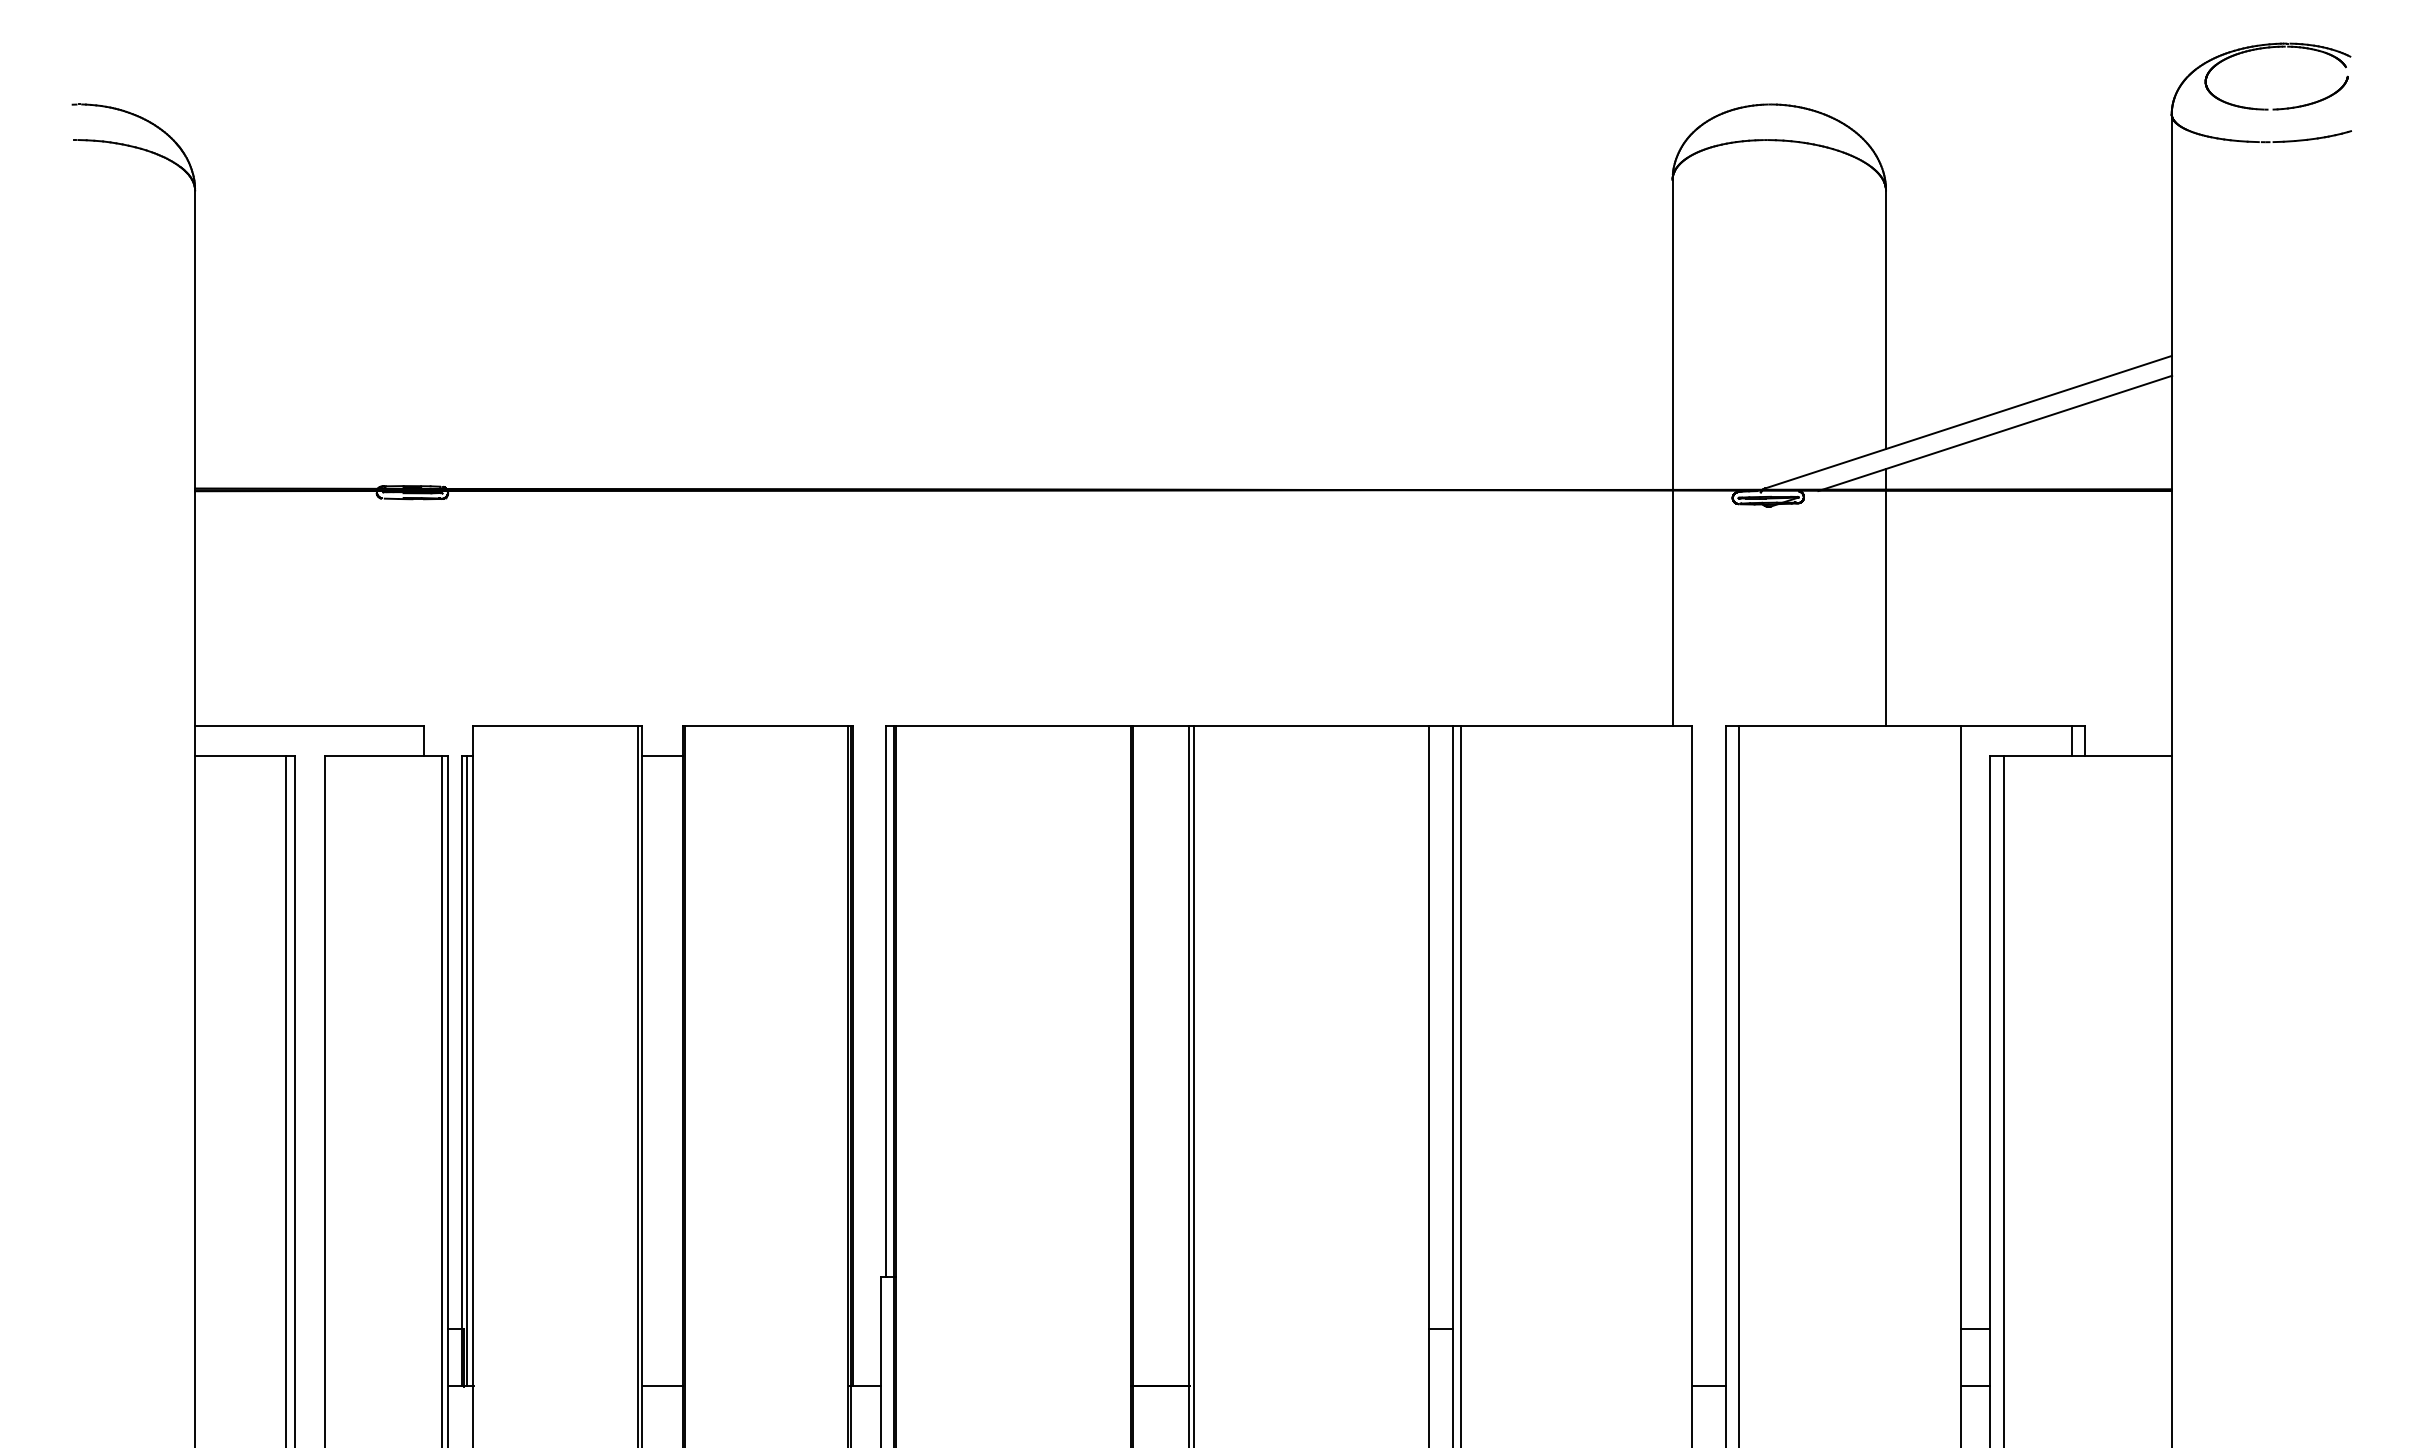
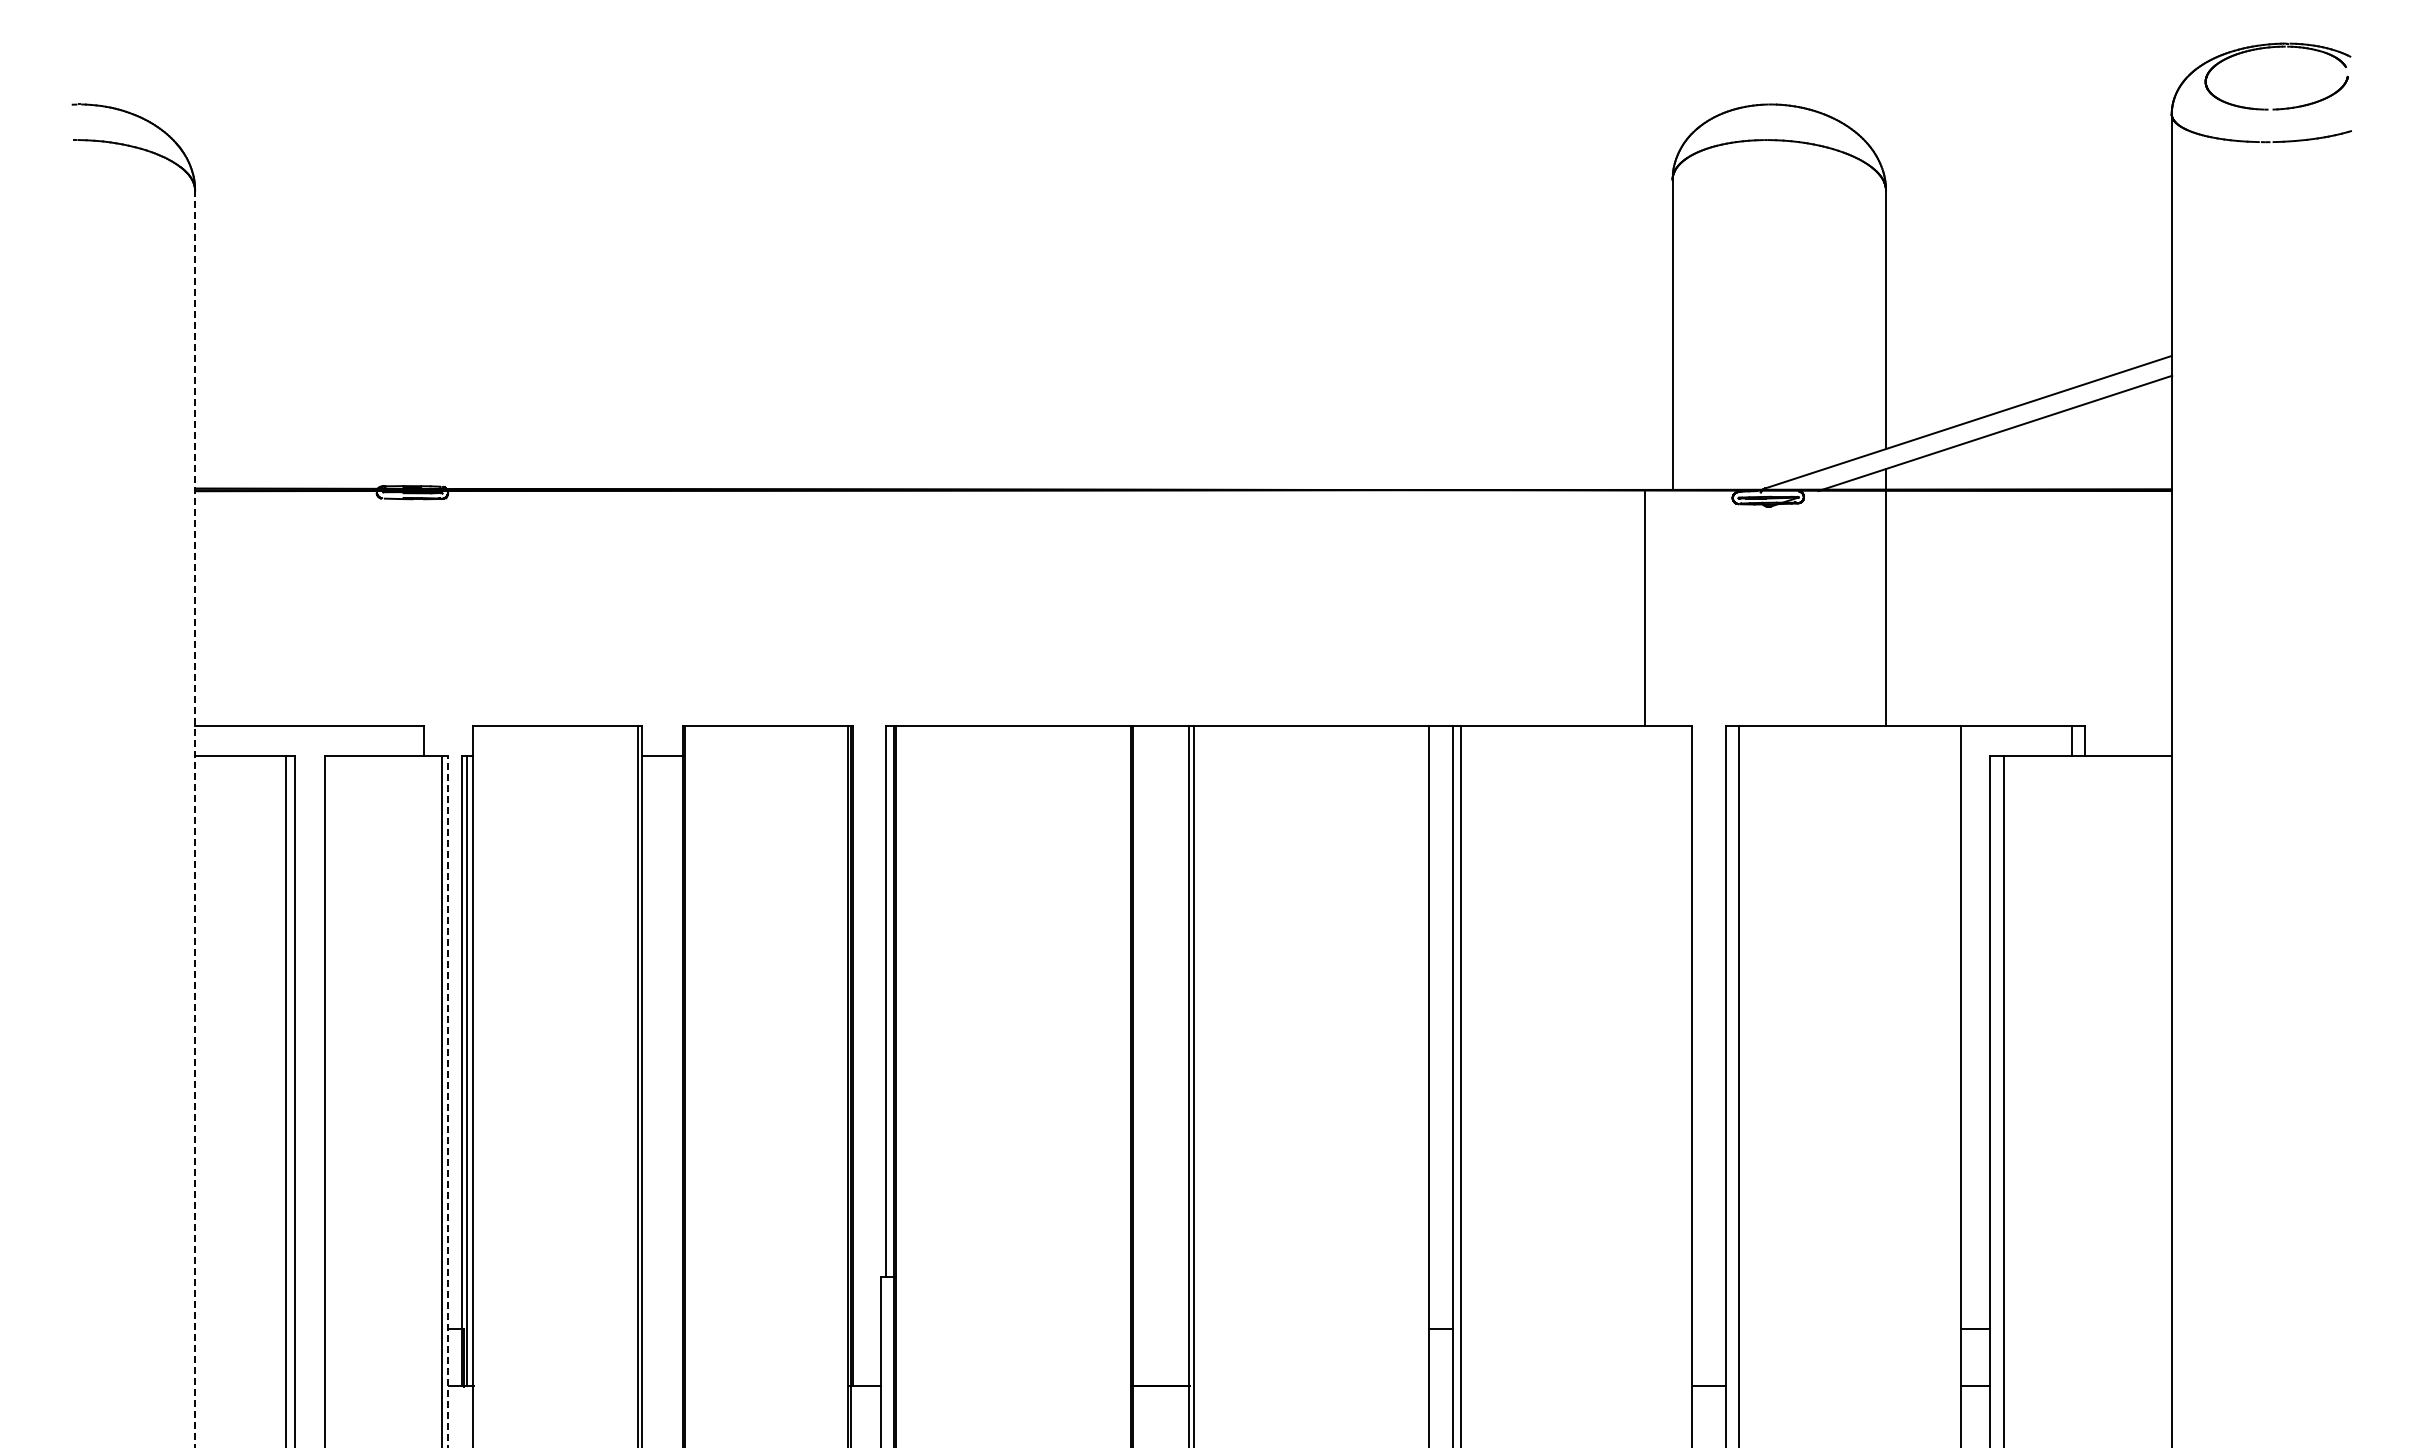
line at (1672, 608) position: (1672, 608) -> (1644, 608)
line at (195, 819): solid -> dashed
line at (448, 1101): solid -> dashed
line at (662, 1386): present -> none
